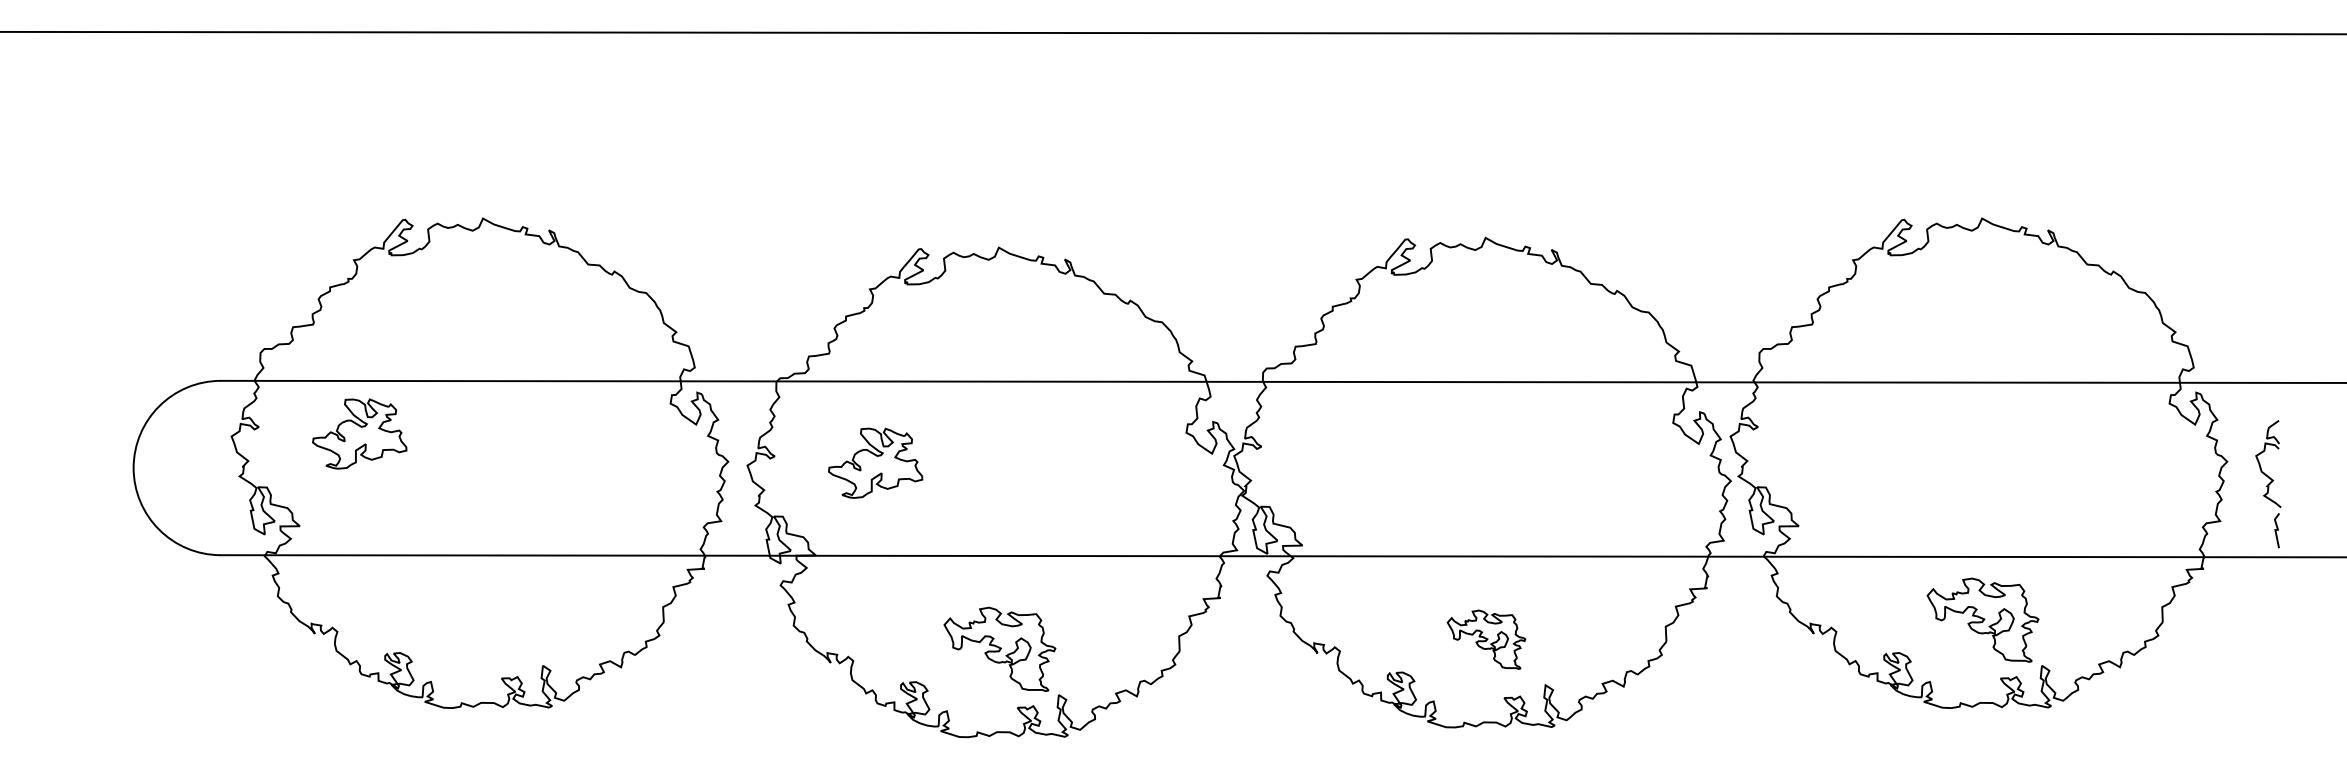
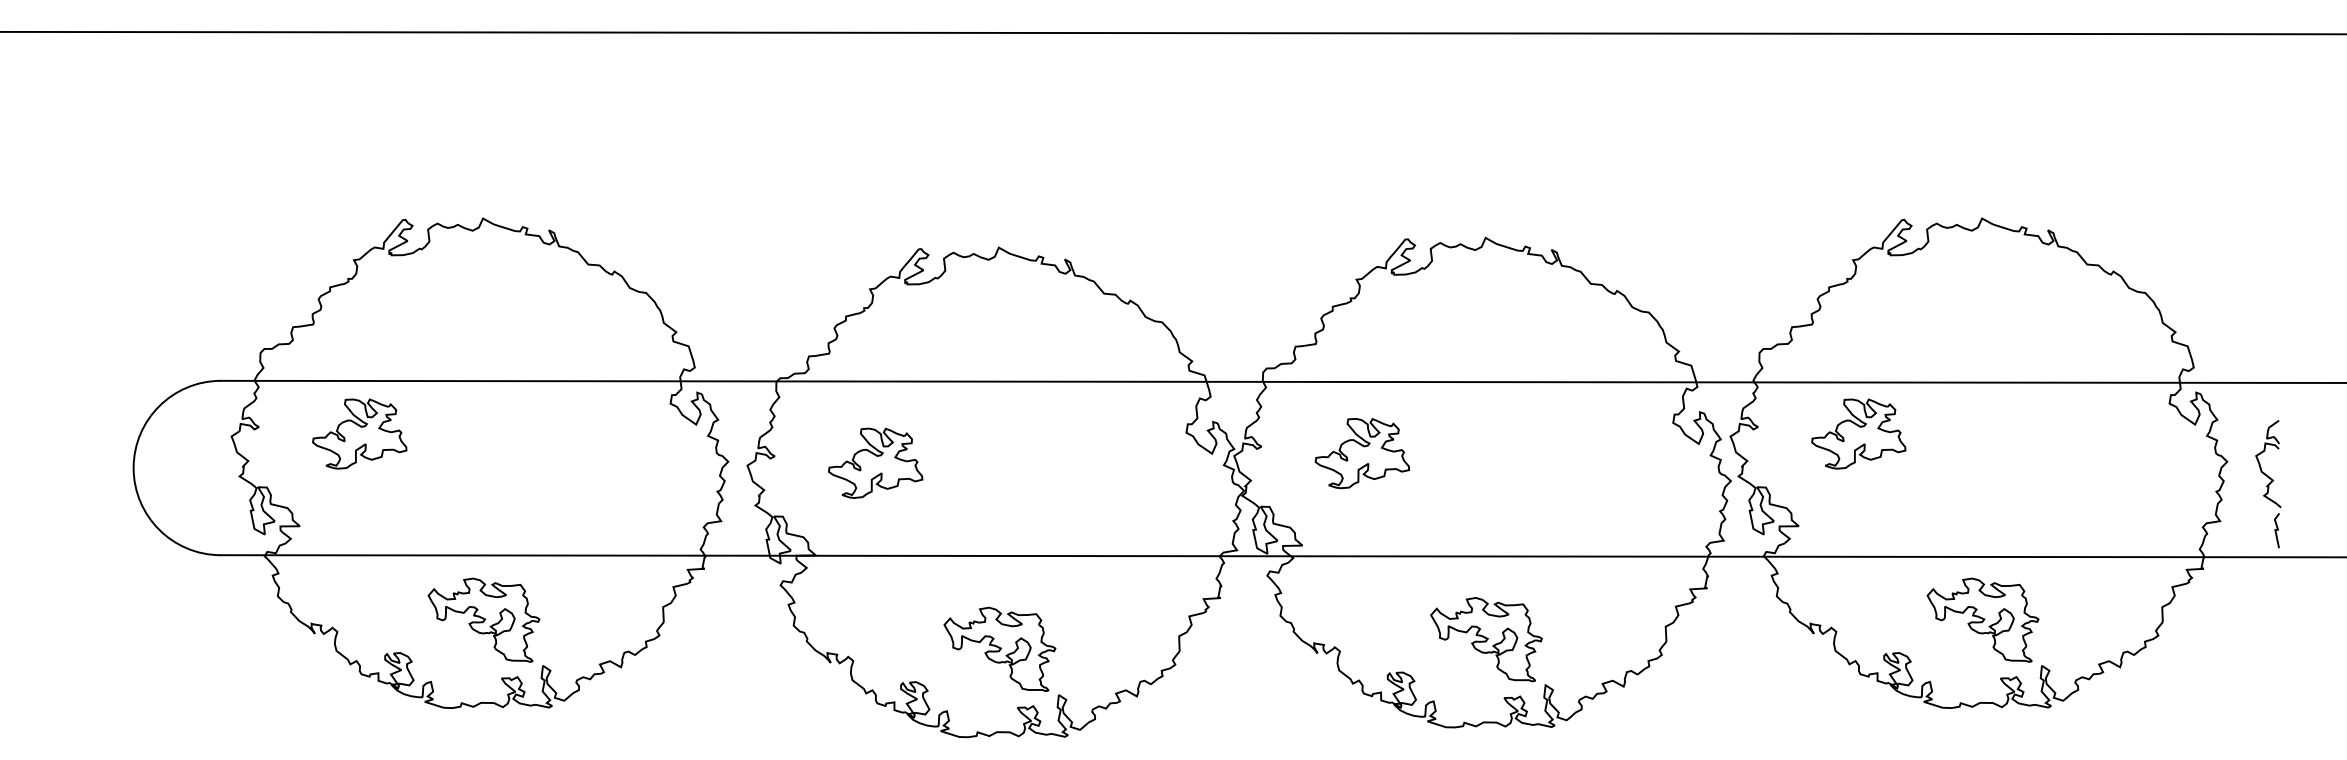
part at (1858, 433): none -> present
part at (1361, 453): none -> present
part at (483, 619): none -> present
part at (1486, 639) size: 81x61 px -> 113x86 px
